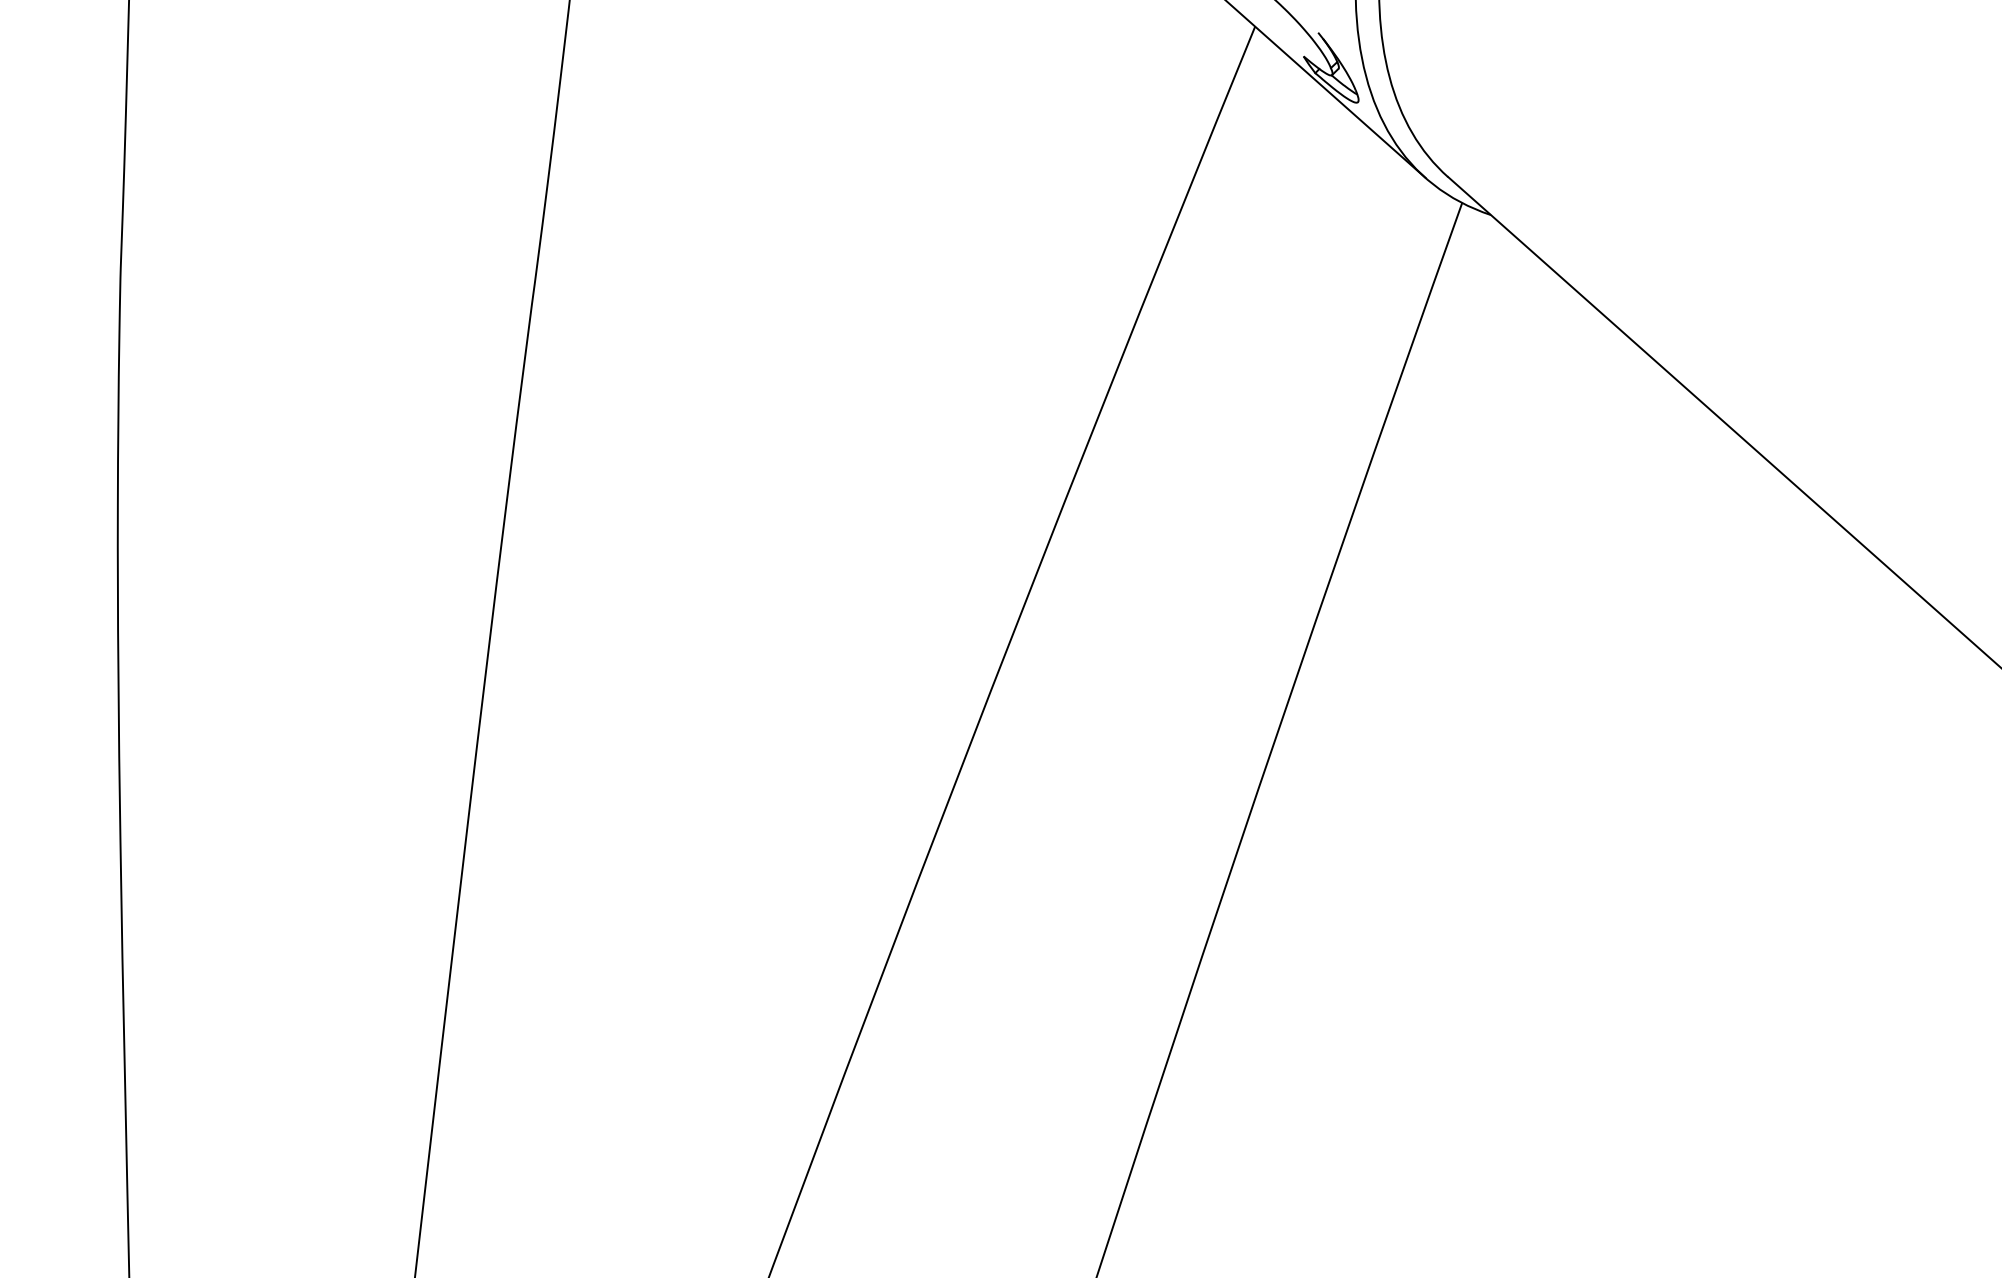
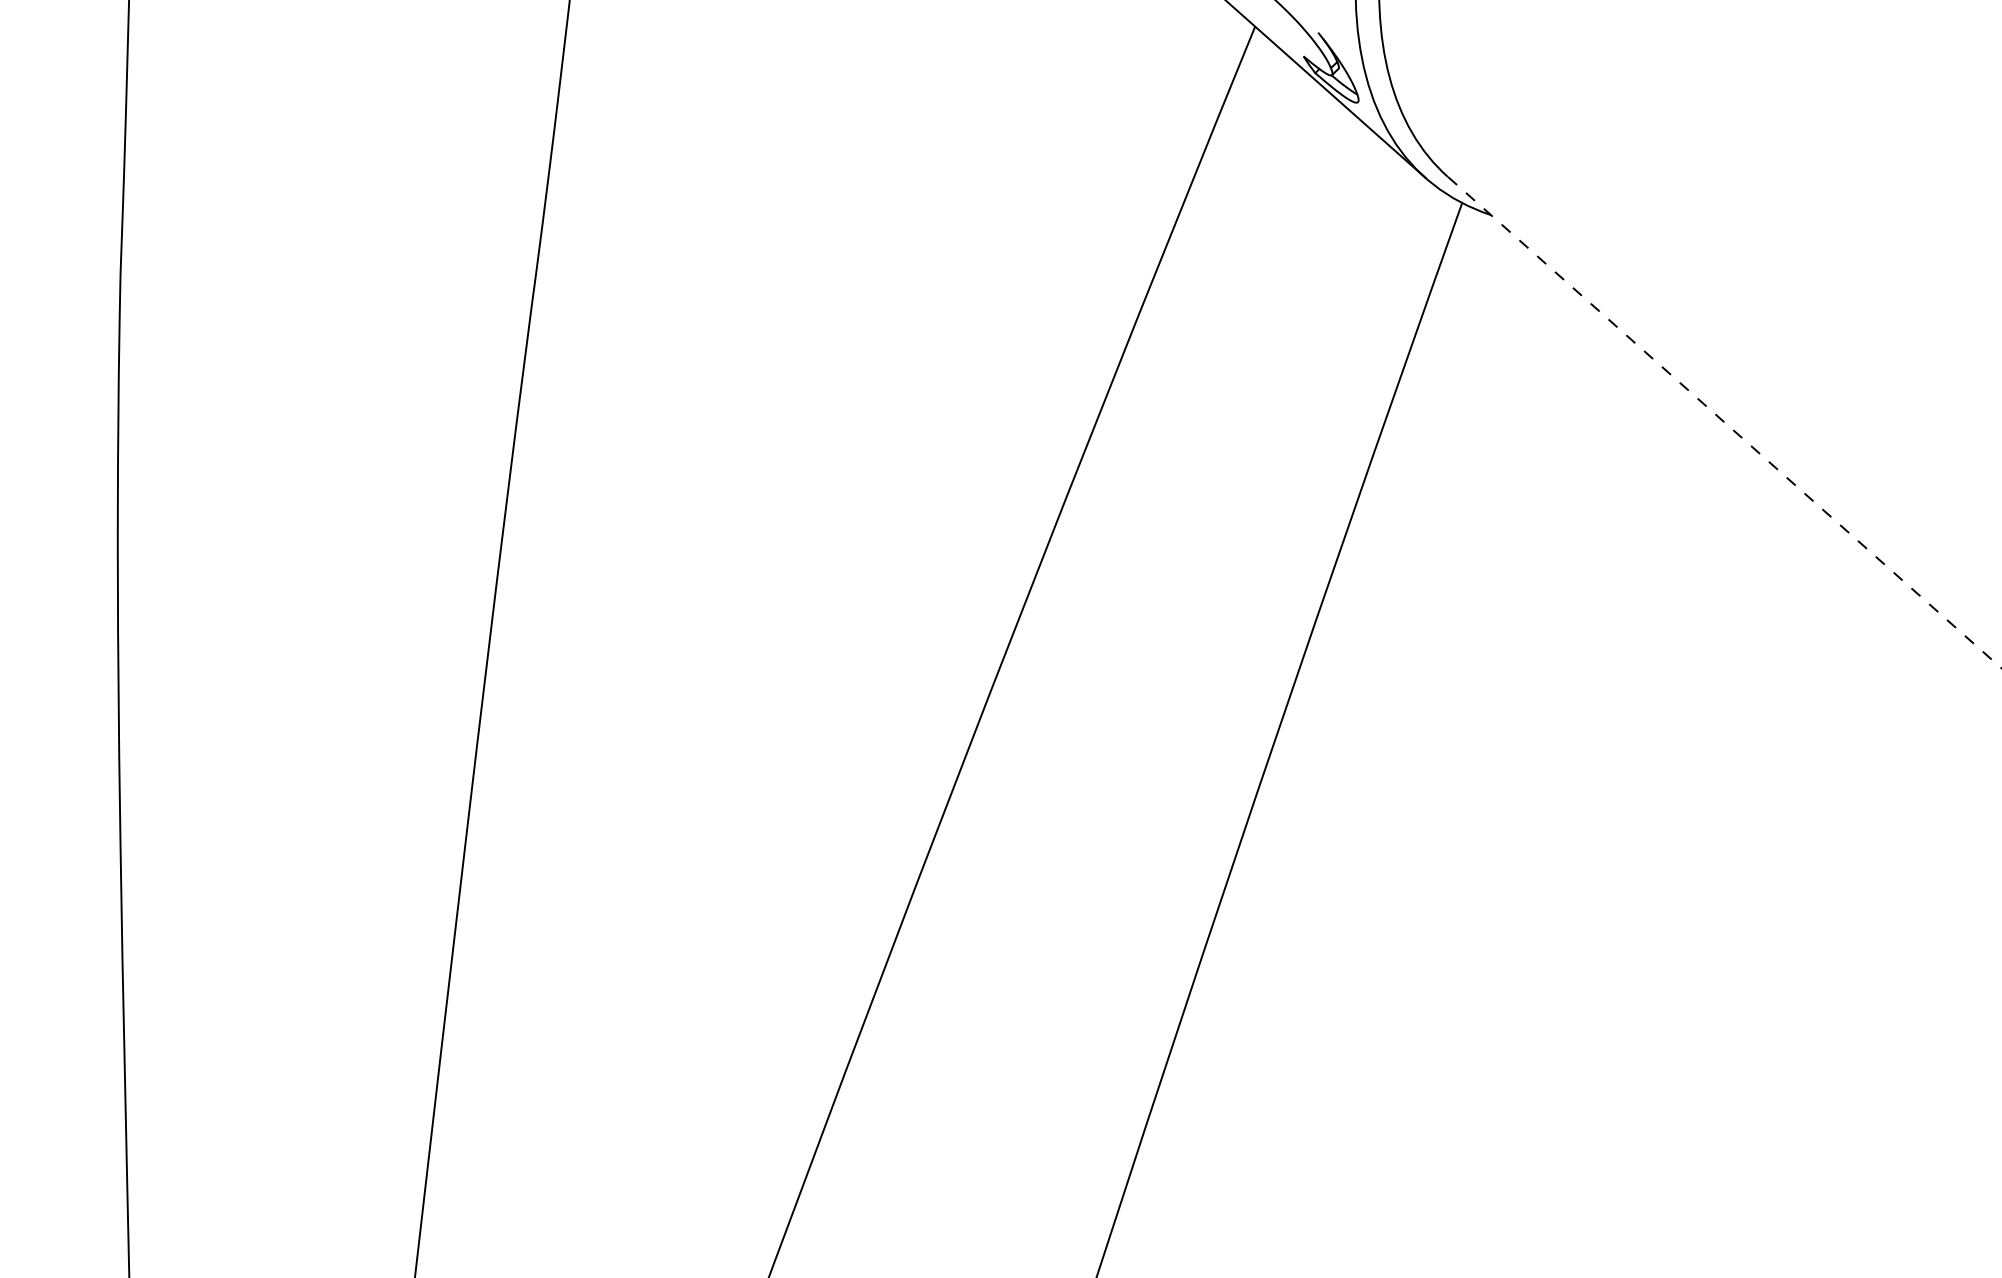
line at (1724, 422): solid -> dashed
